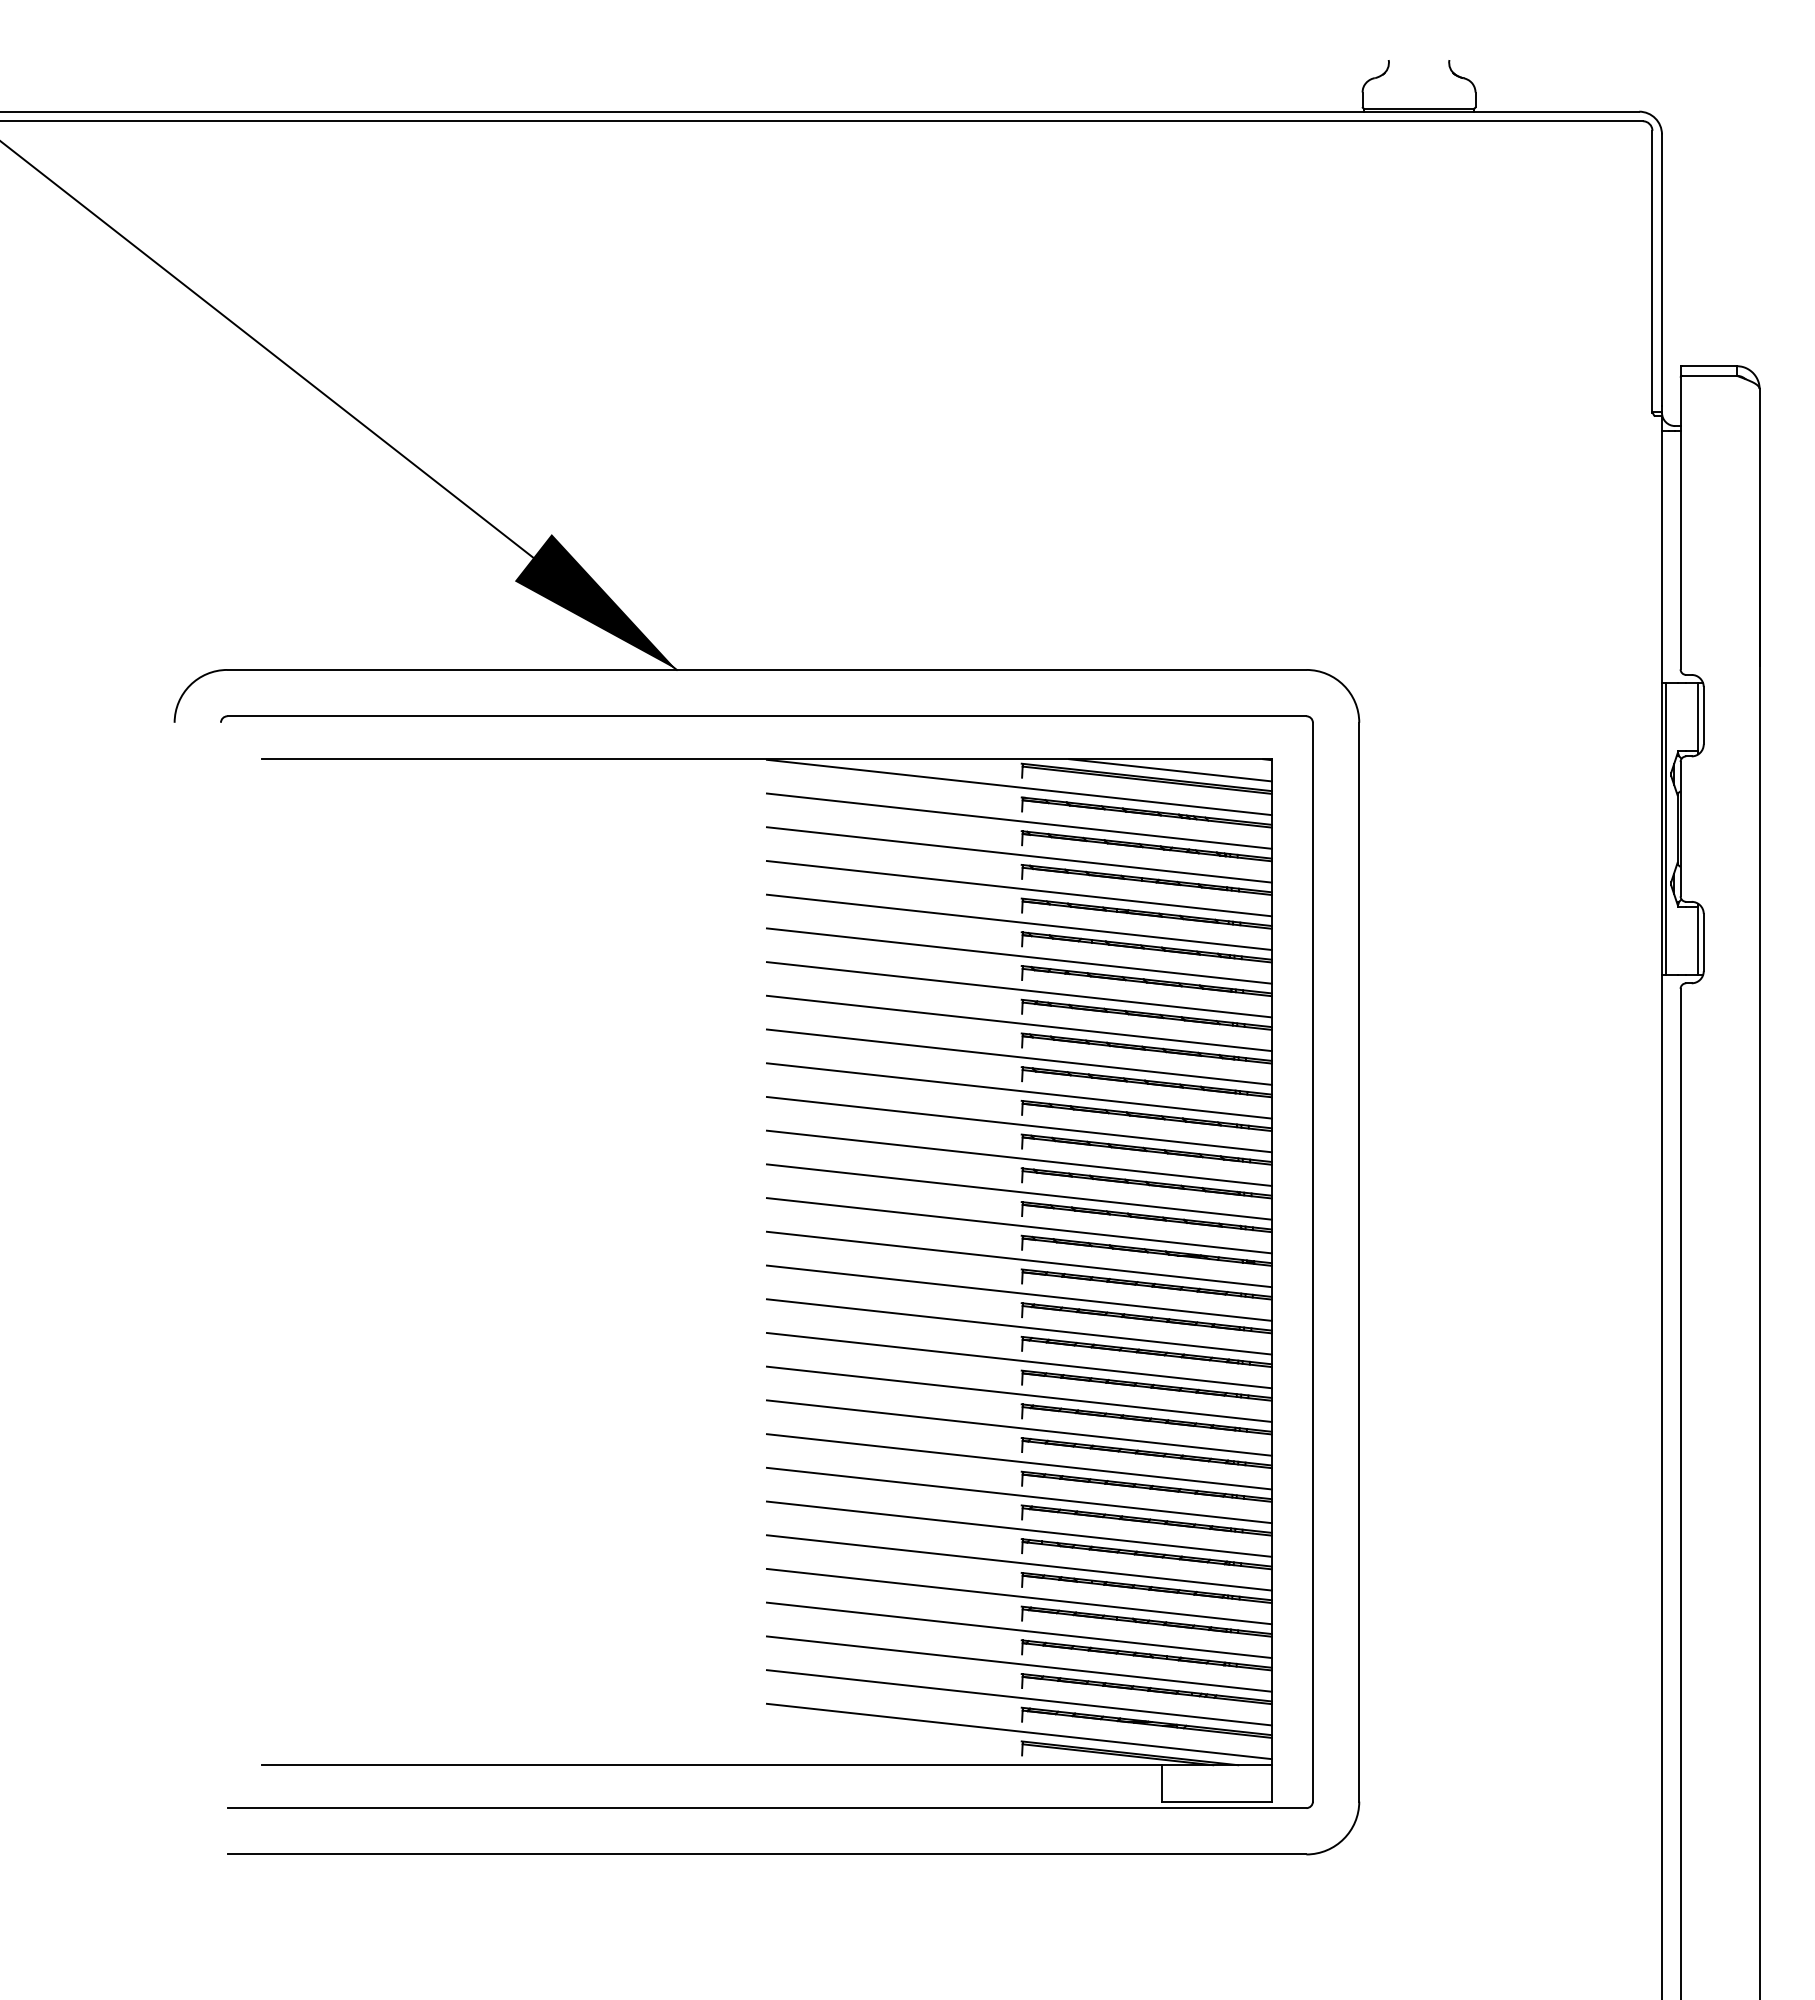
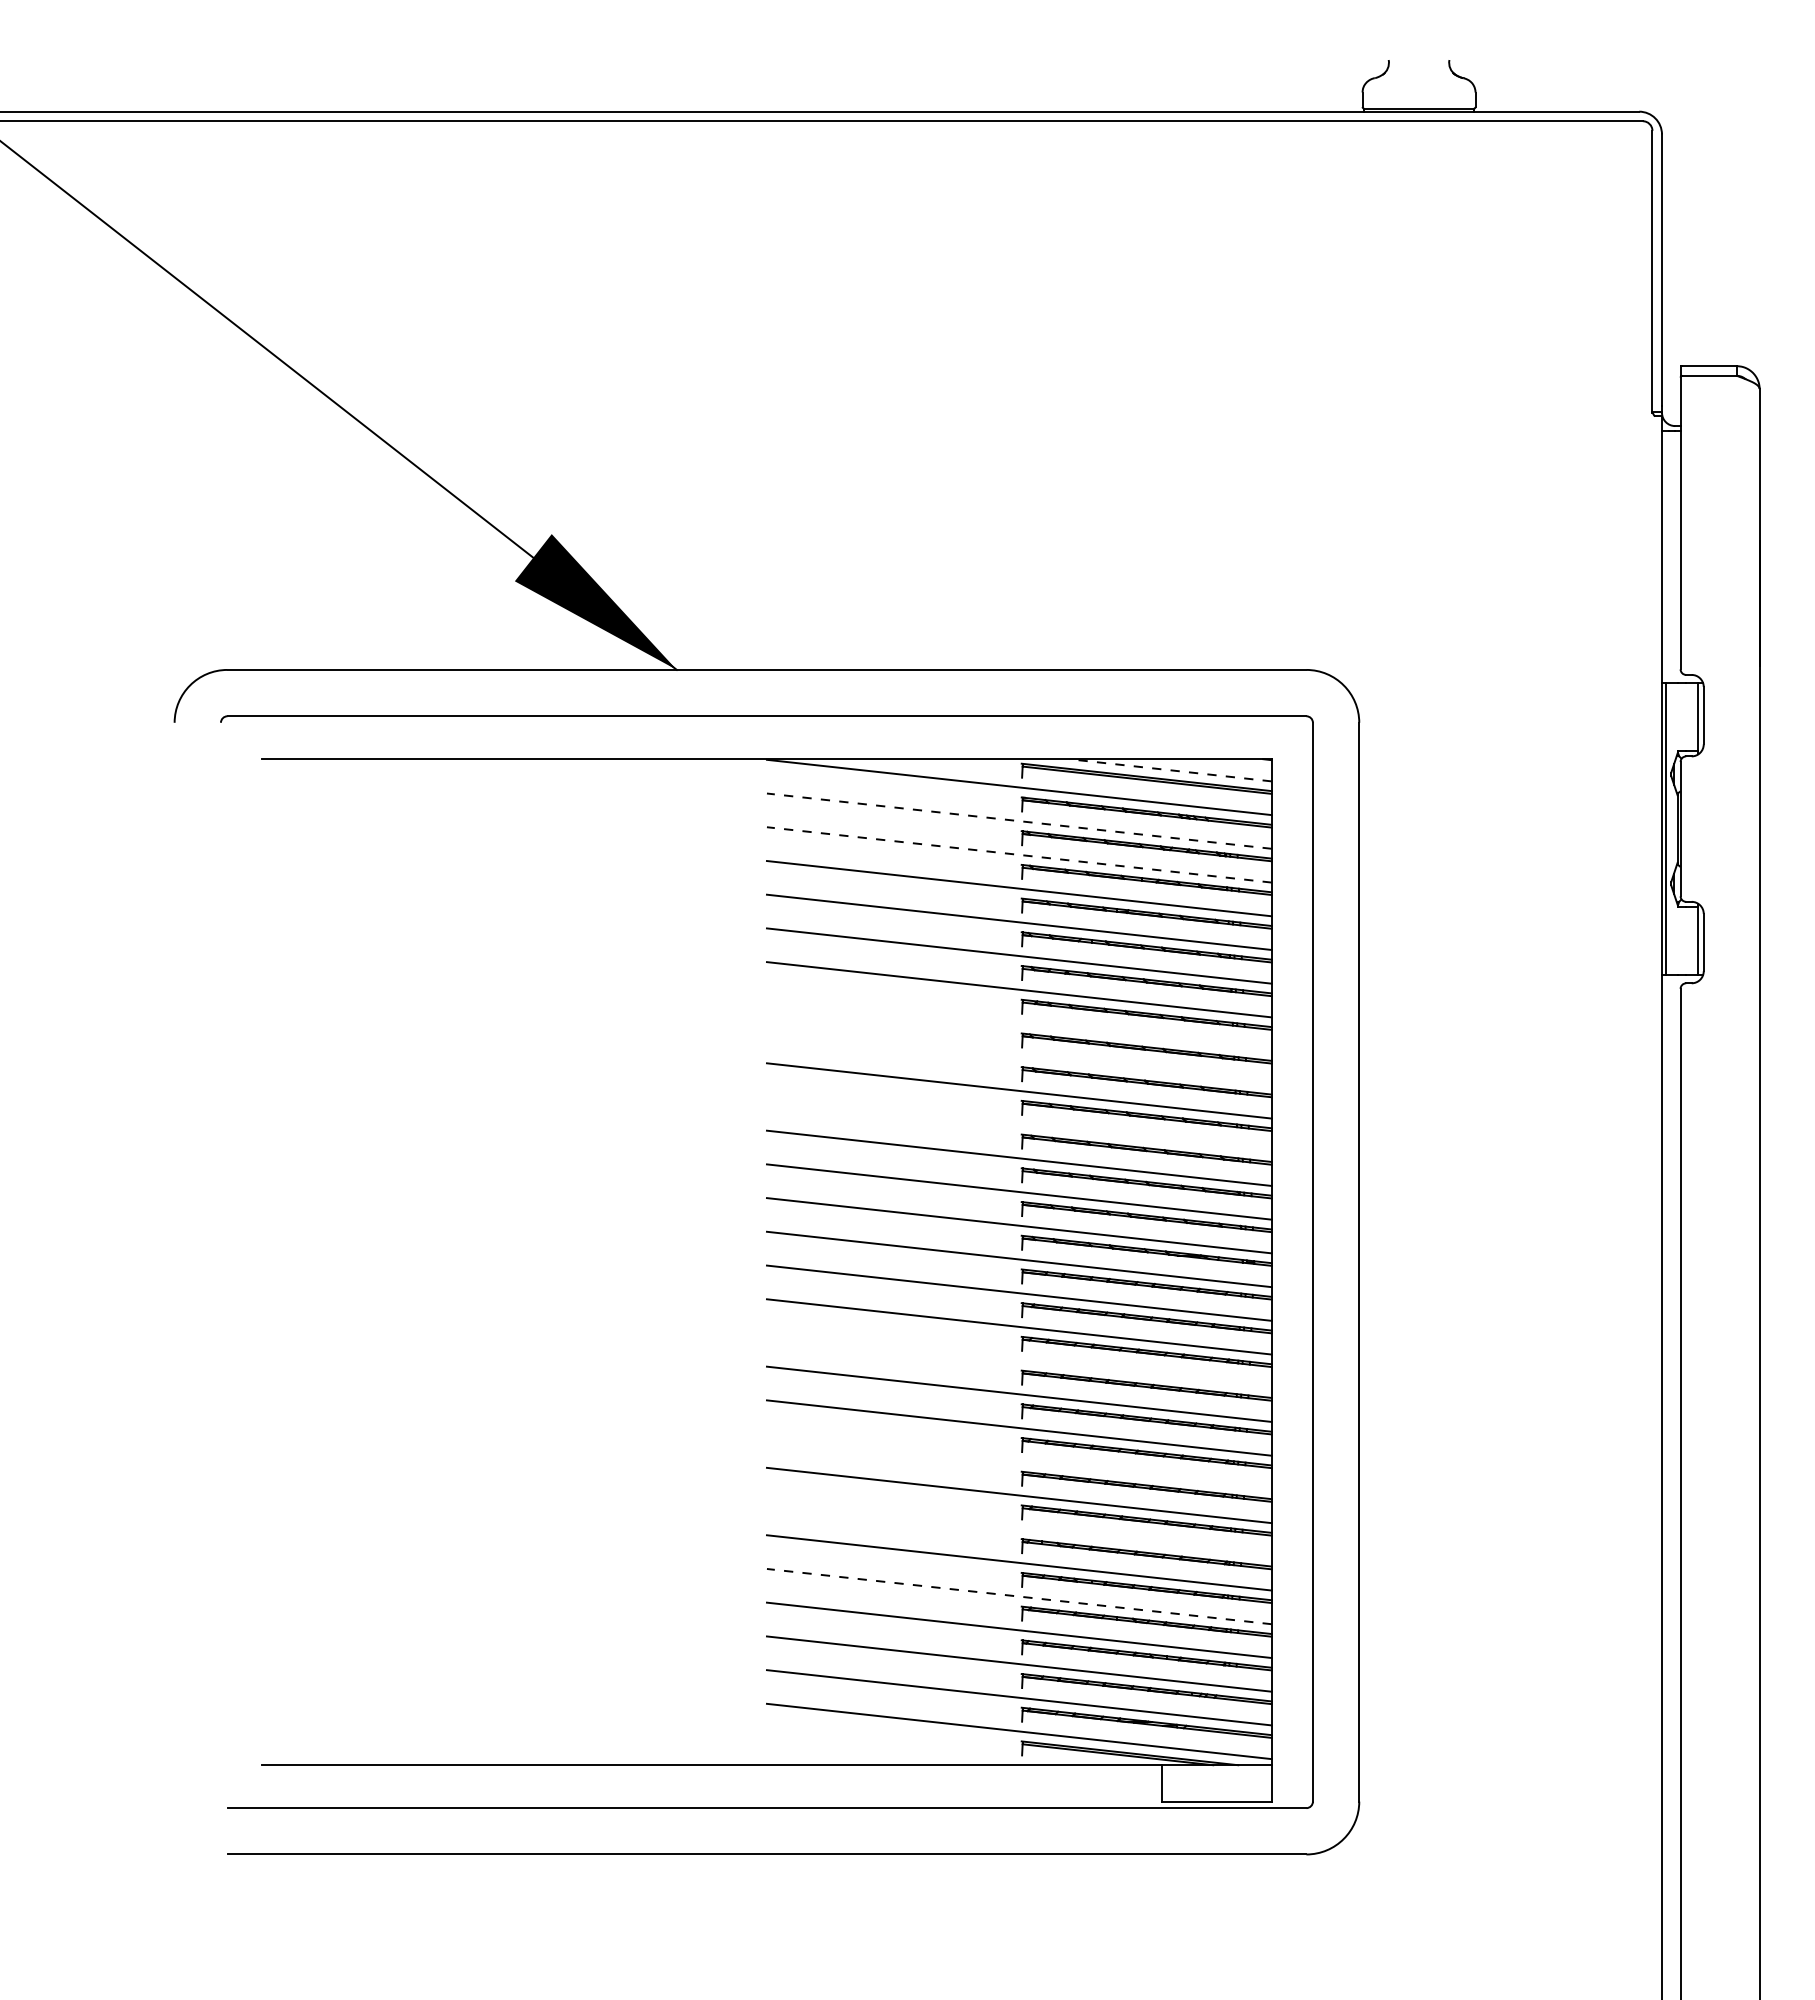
line at (1170, 770): solid -> dashed
line at (1019, 821): solid -> dashed
line at (1019, 854): solid -> dashed
line at (1018, 1023): present -> none
line at (1018, 1056): present -> none
line at (1018, 1124): present -> none
line at (1018, 1360): present -> none
line at (1018, 1461): present -> none
line at (1018, 1528): present -> none
line at (1019, 1596): solid -> dashed
